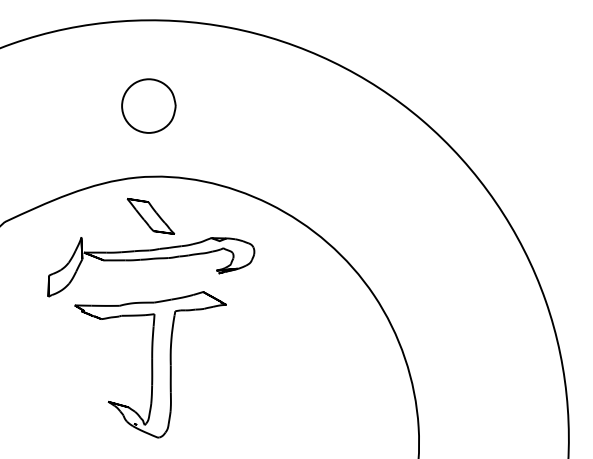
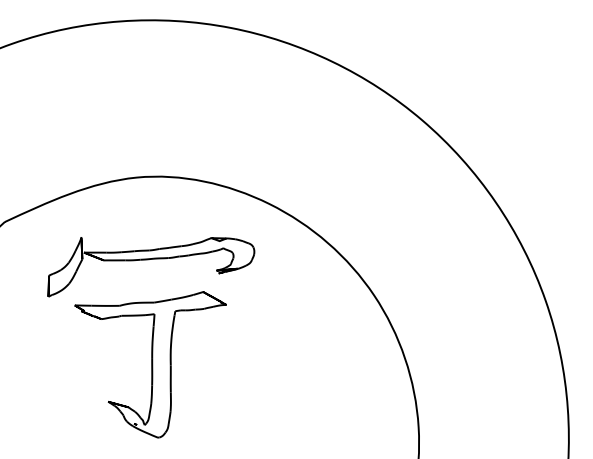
part at (148, 105): present -> none
part at (150, 216): present -> none
